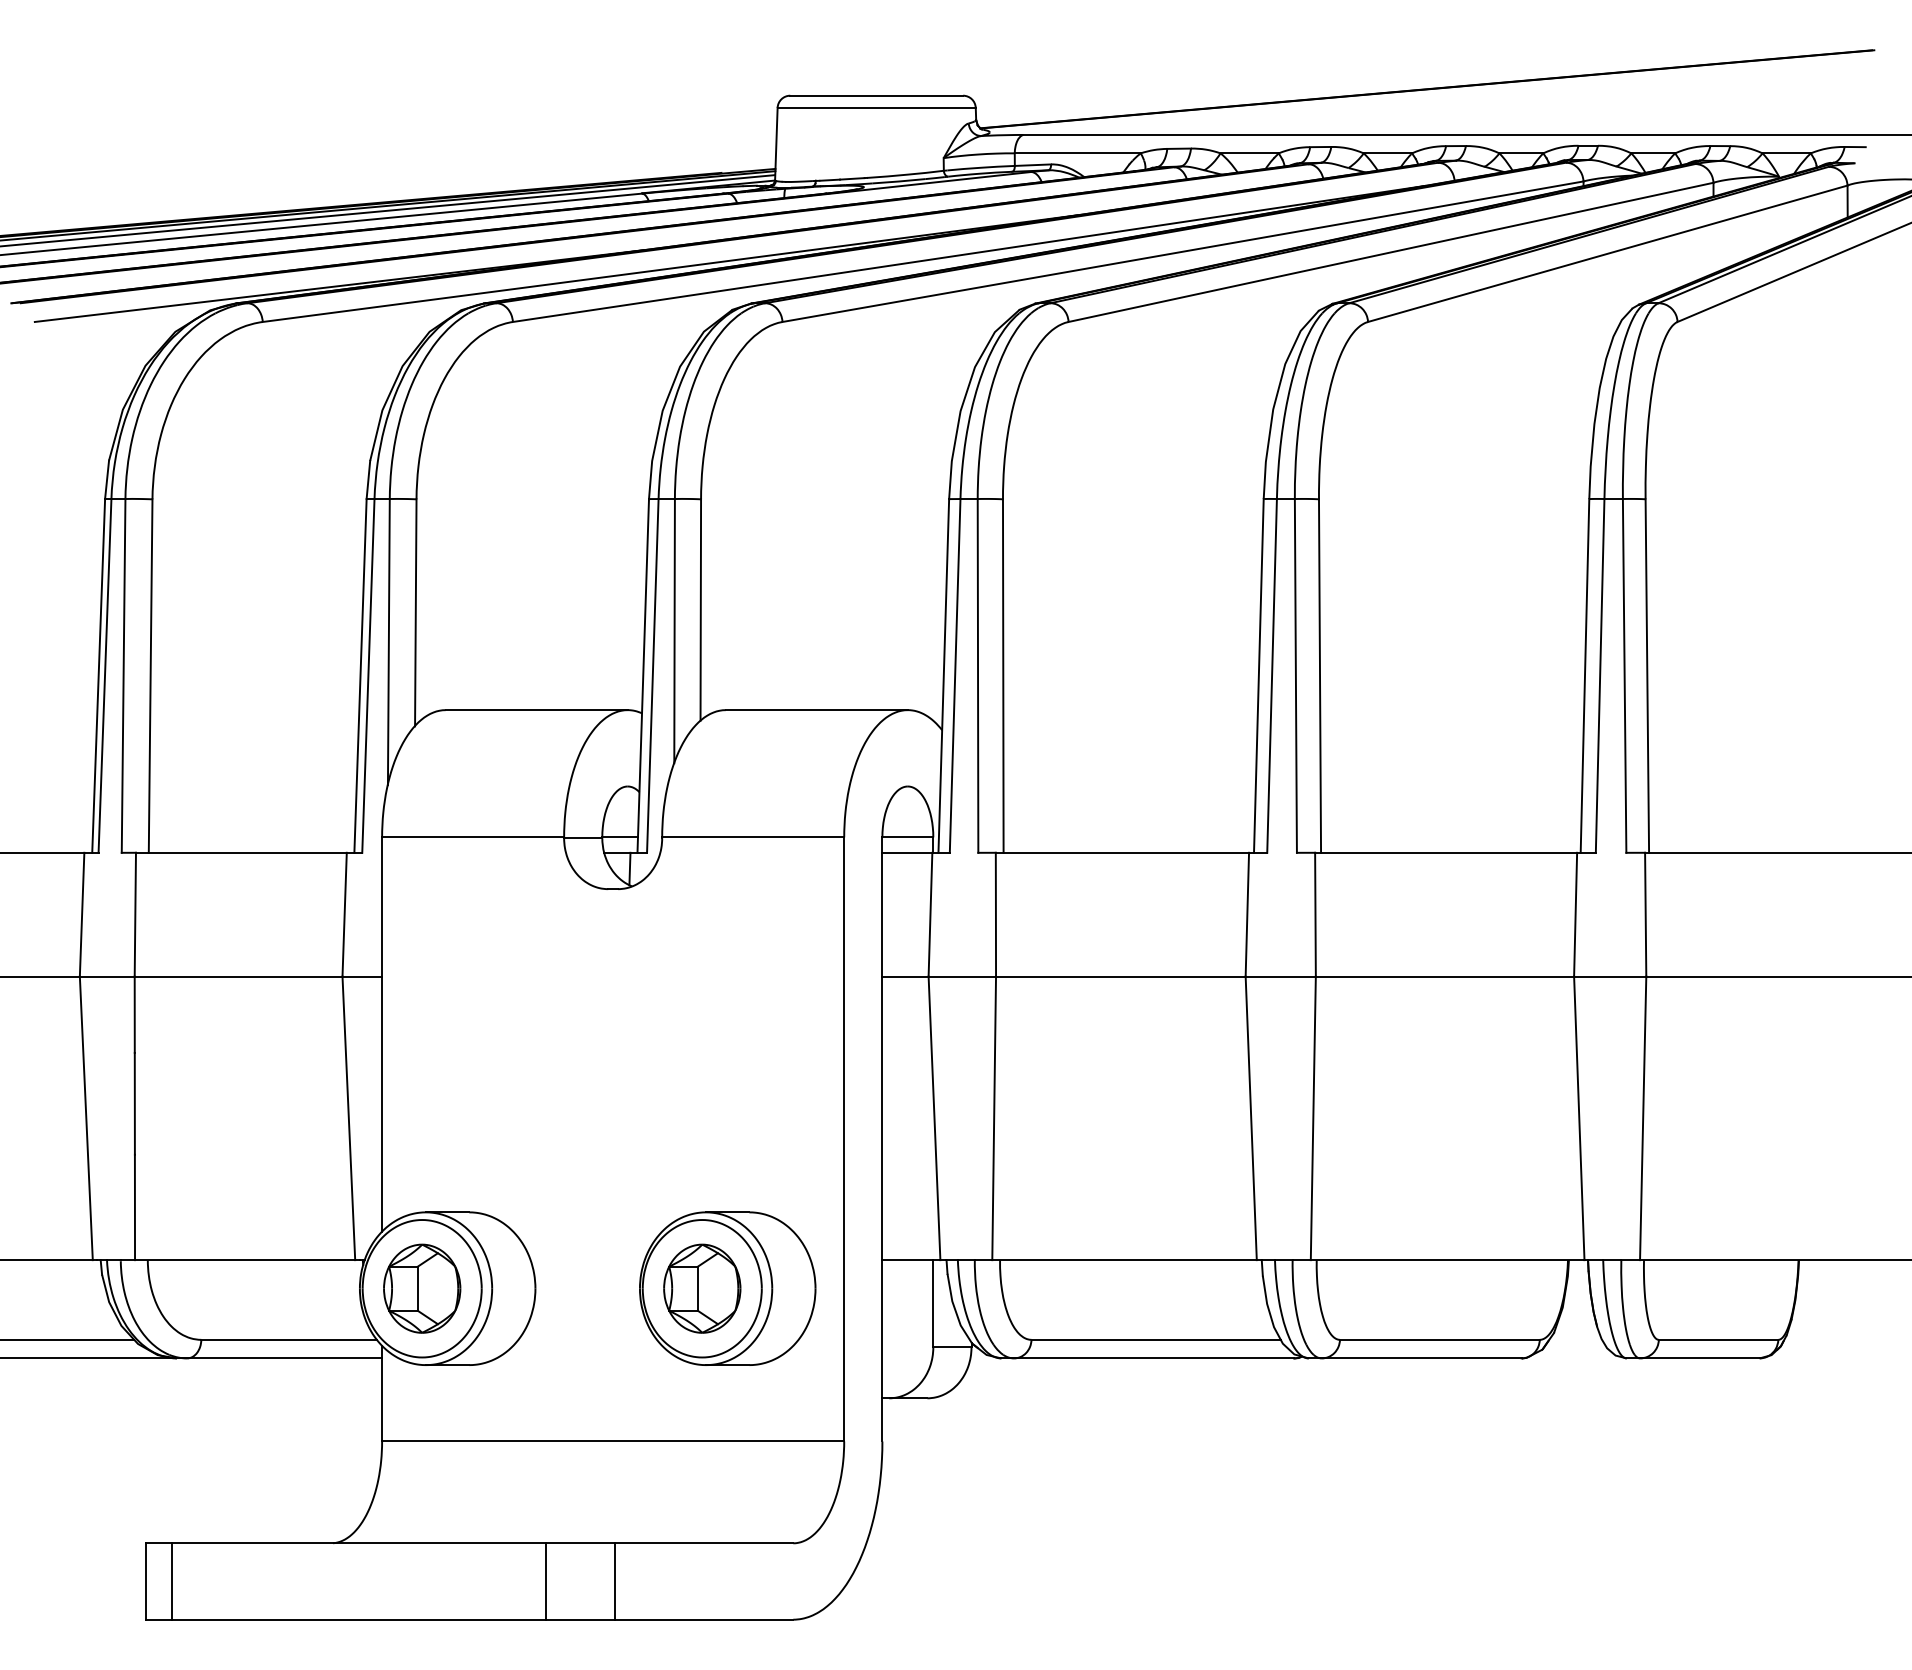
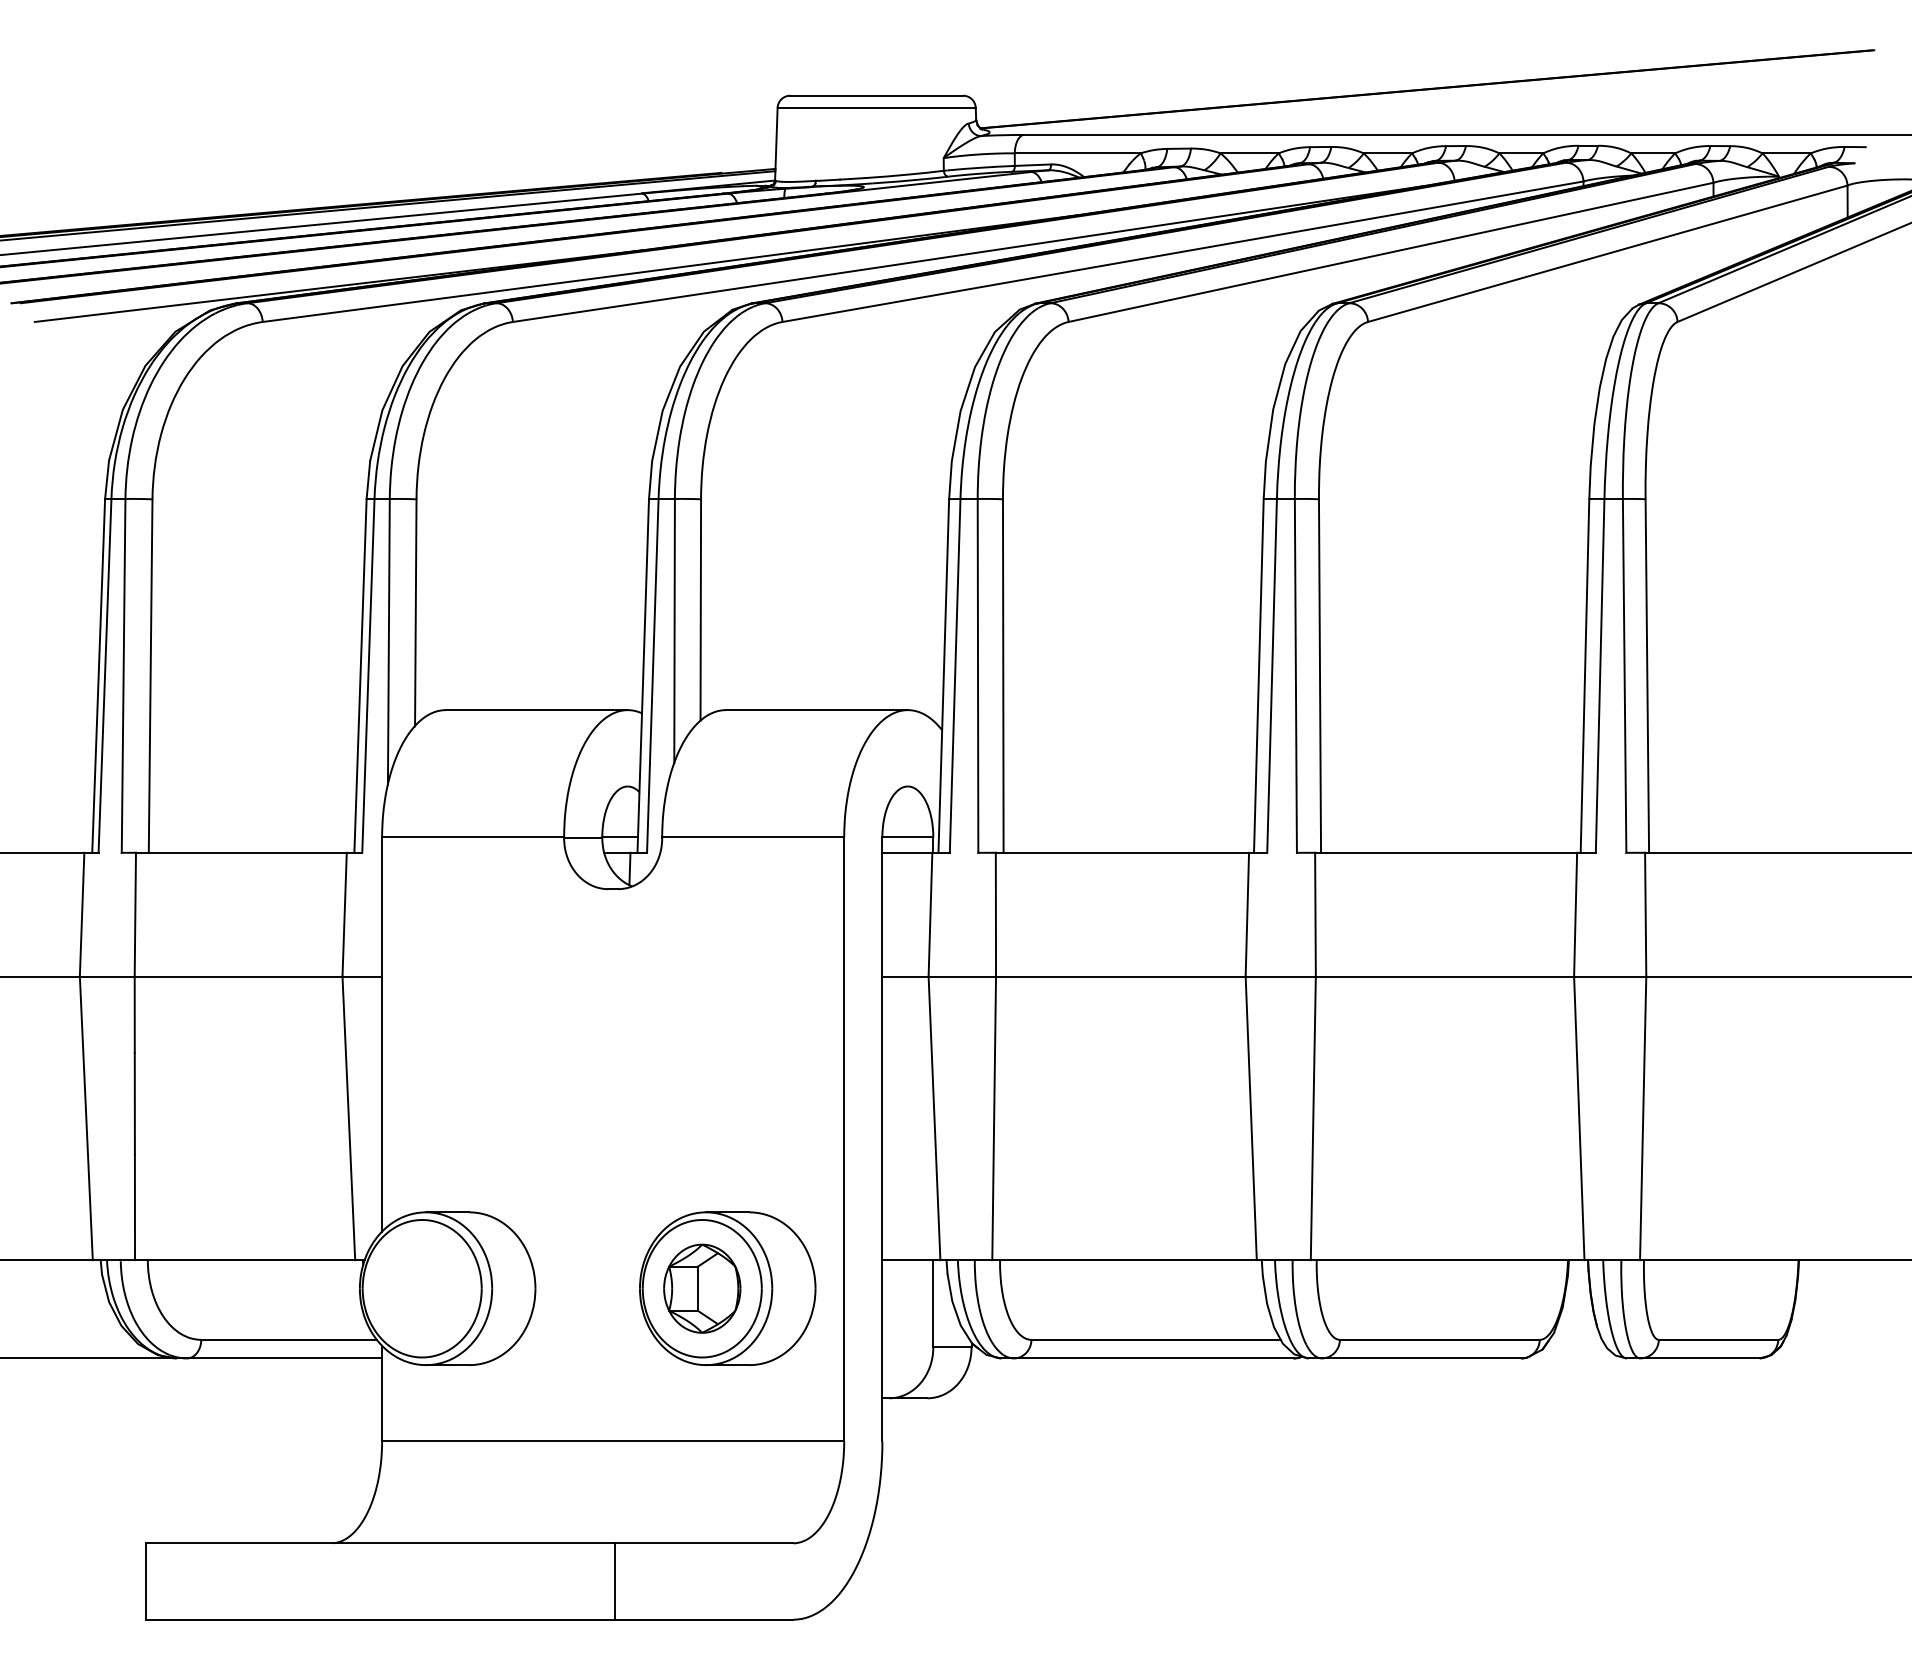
line at (388, 210): present -> none
part at (422, 1288): present -> none
line at (68, 1339): present -> none
line at (171, 1581): present -> none
line at (545, 1581): present -> none
